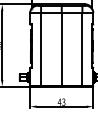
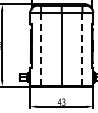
line at (41, 48): solid -> dashed
line at (82, 49): solid -> dashed
